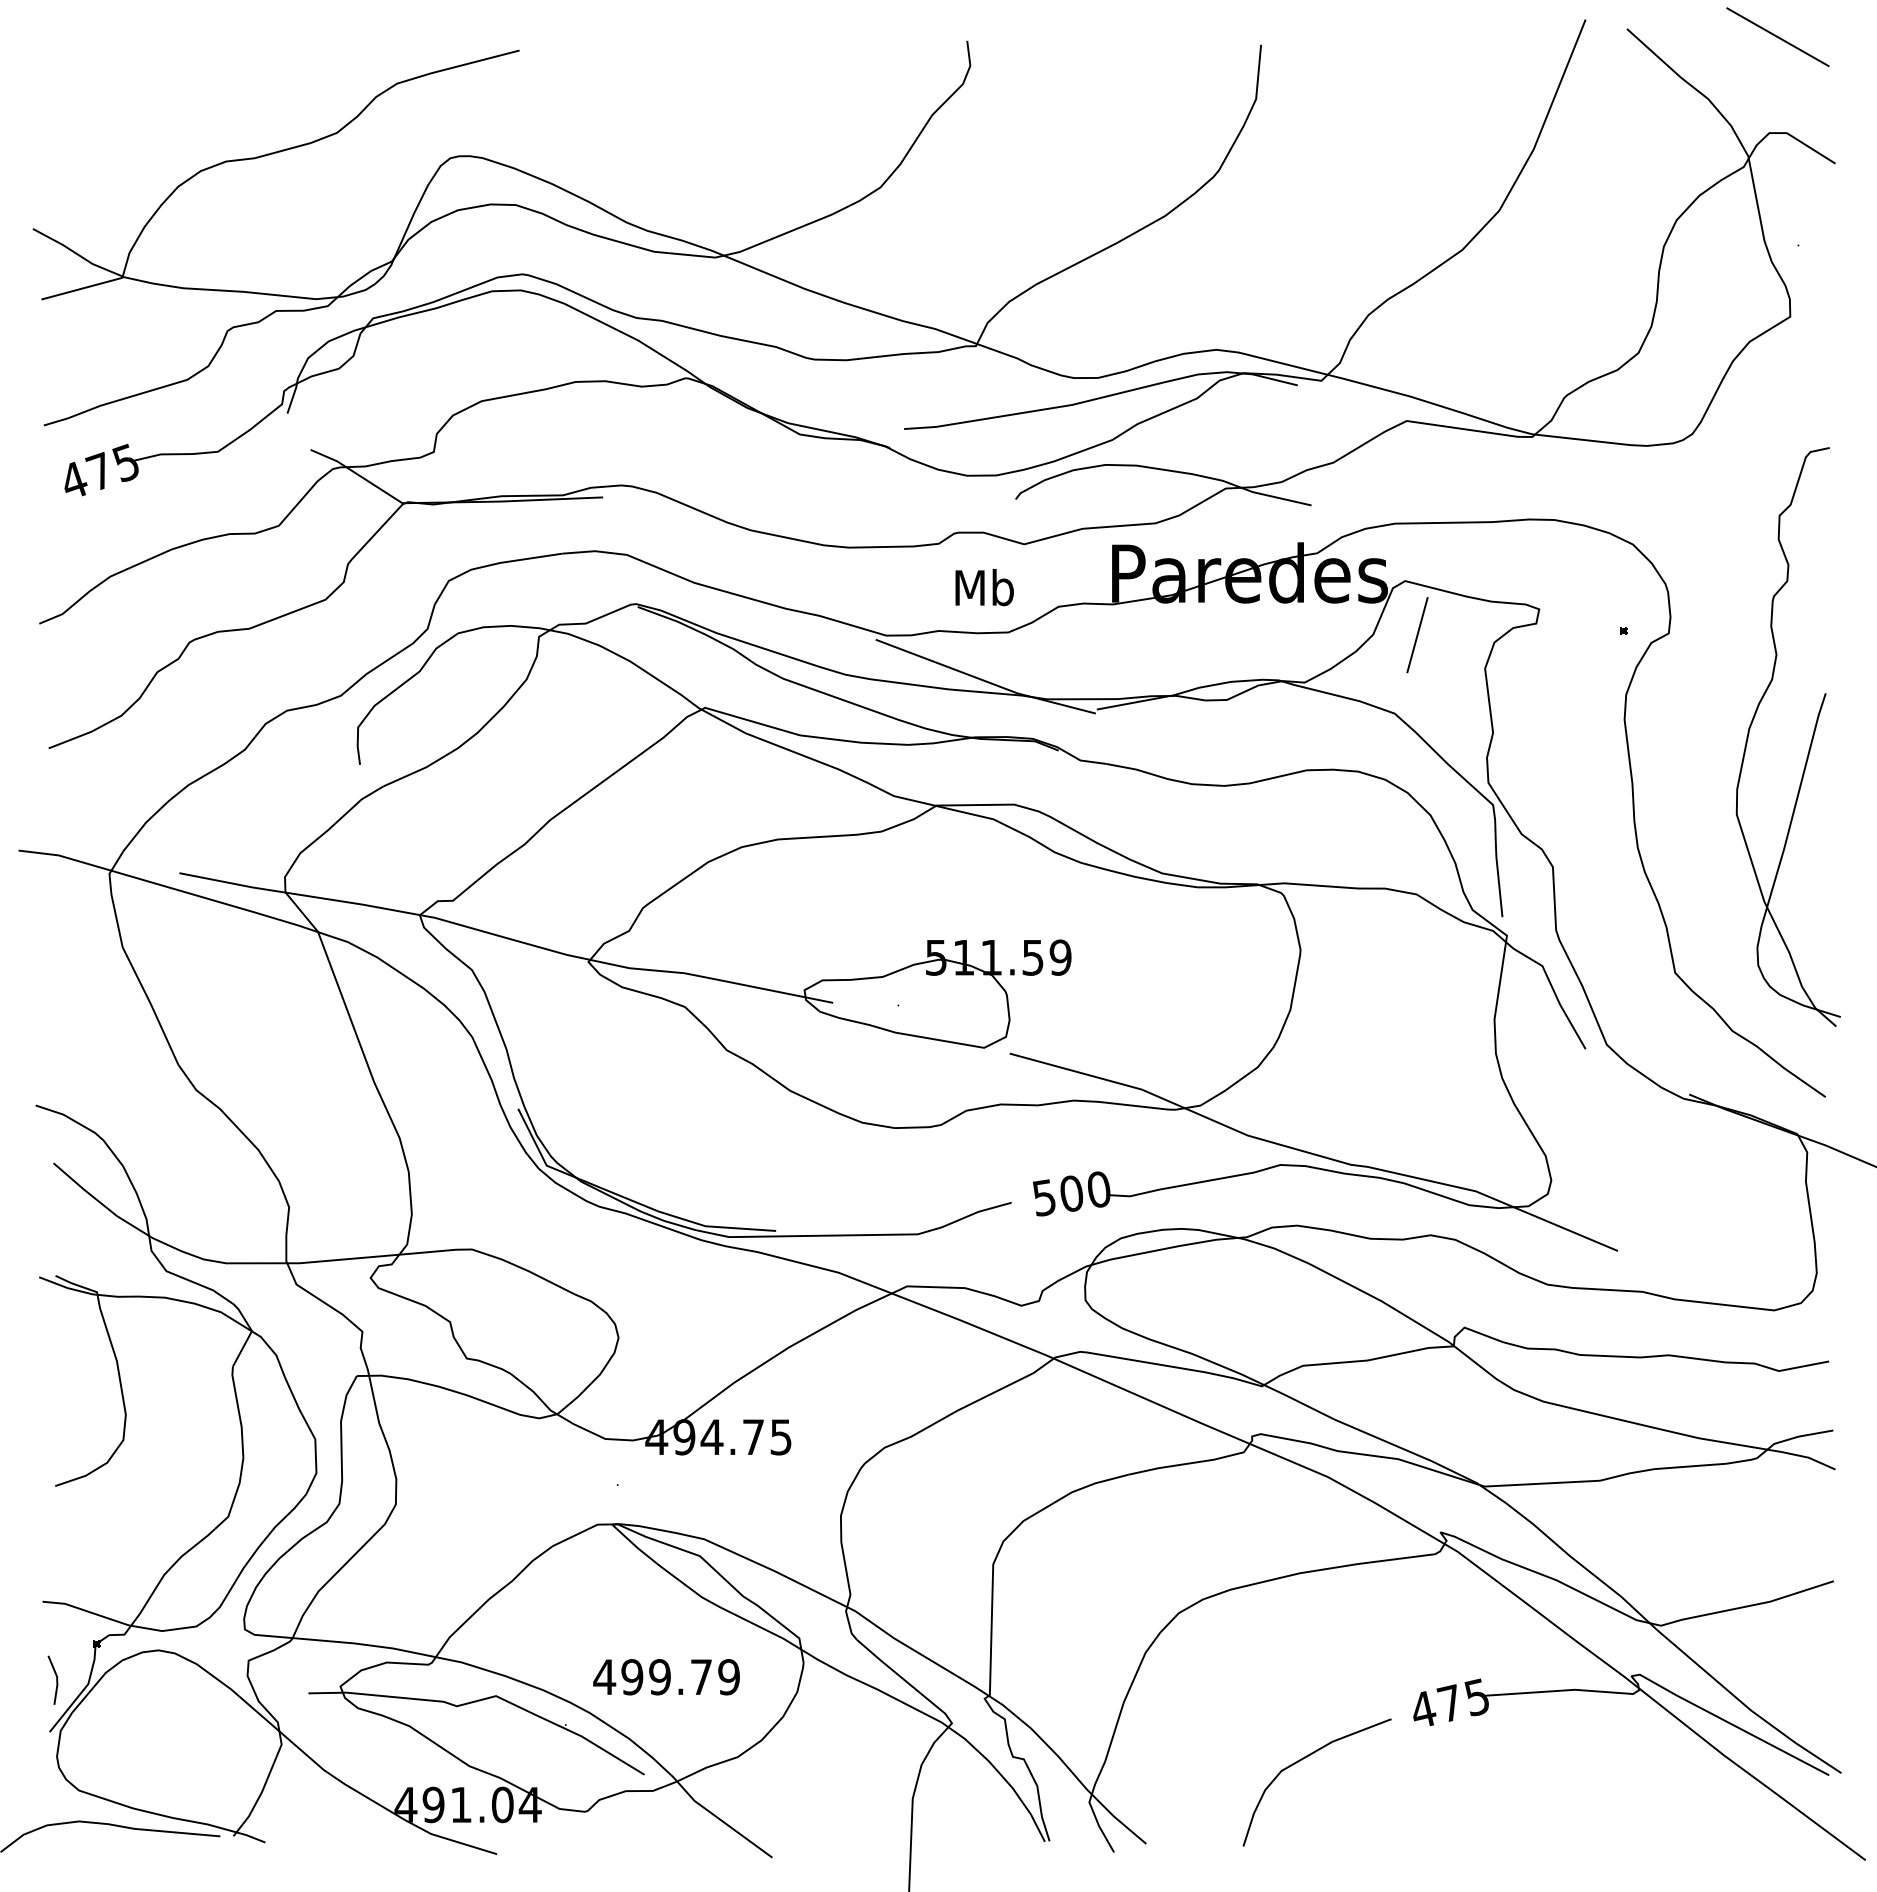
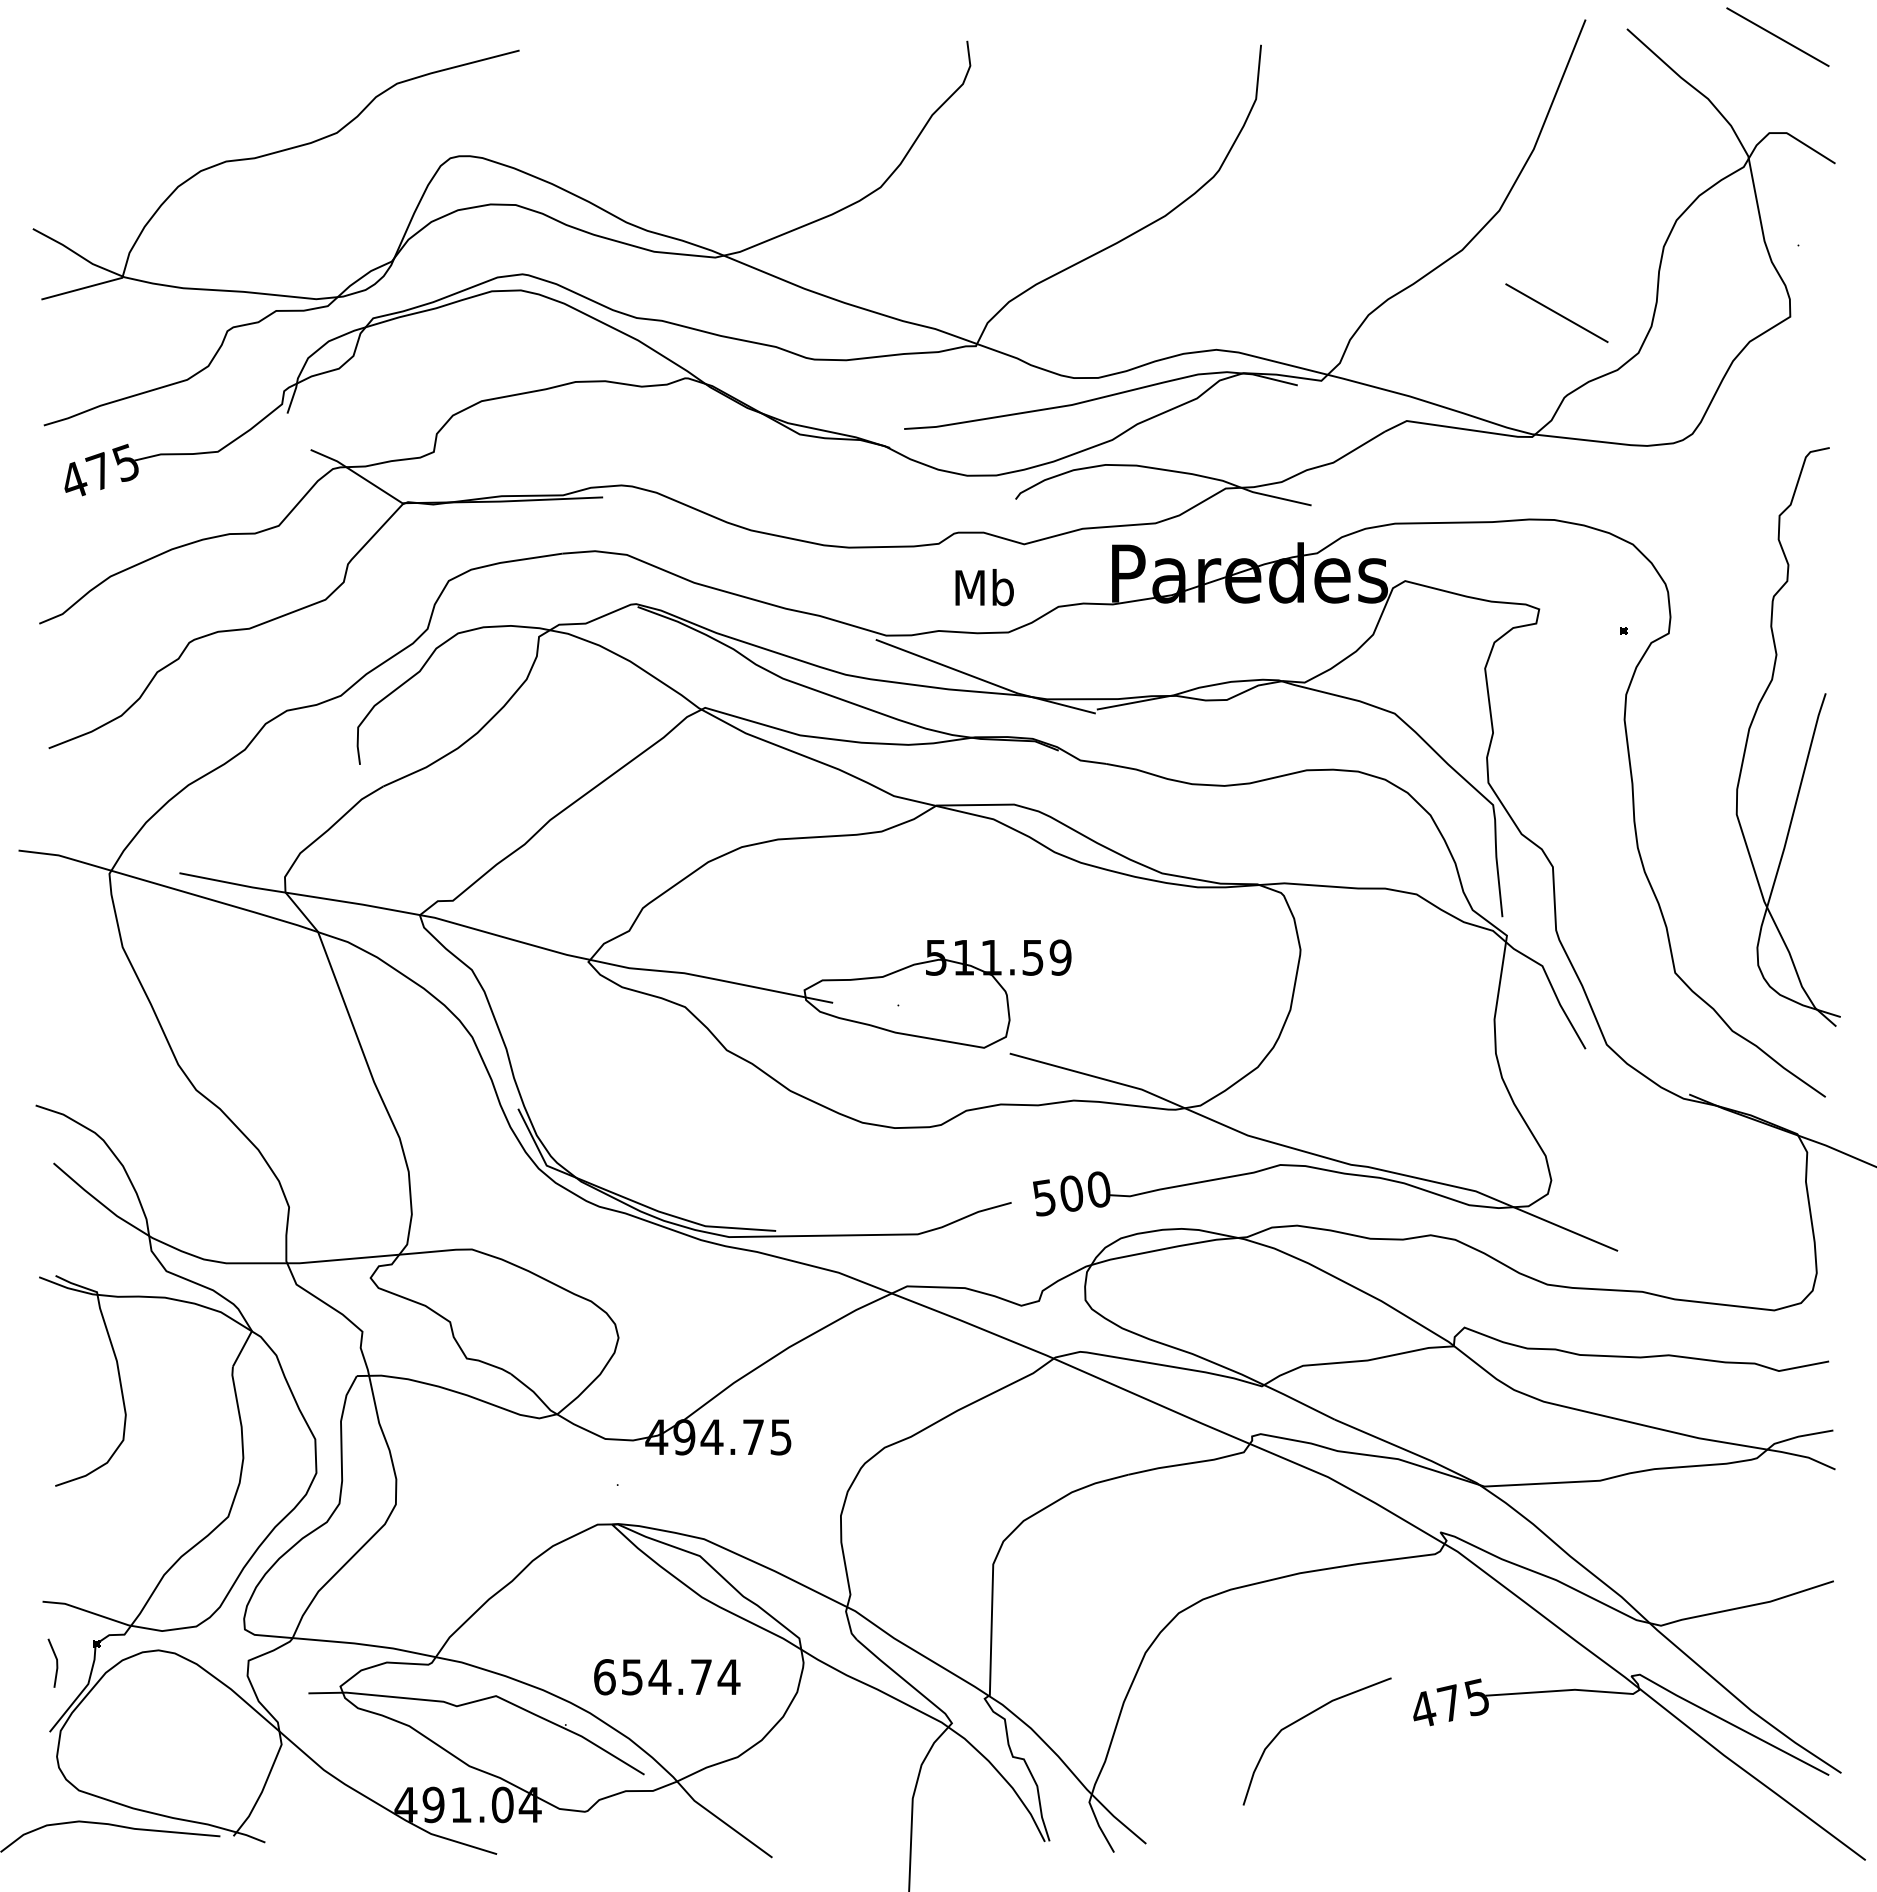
line at (1556, 313): none -> present
line at (1417, 635): present -> none
text at (666, 1677): 499.79 -> 654.74
line at (56, 1679) position: (56, 1679) -> (56, 1662)
curve at (1305, 1758) position: (1305, 1758) -> (1305, 1717)
